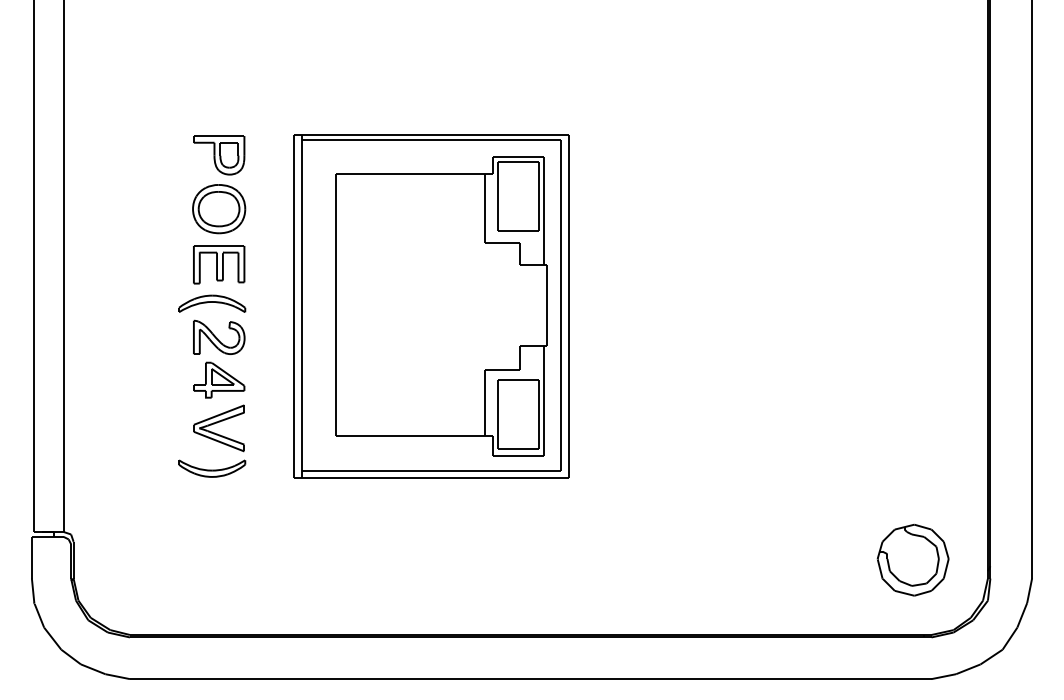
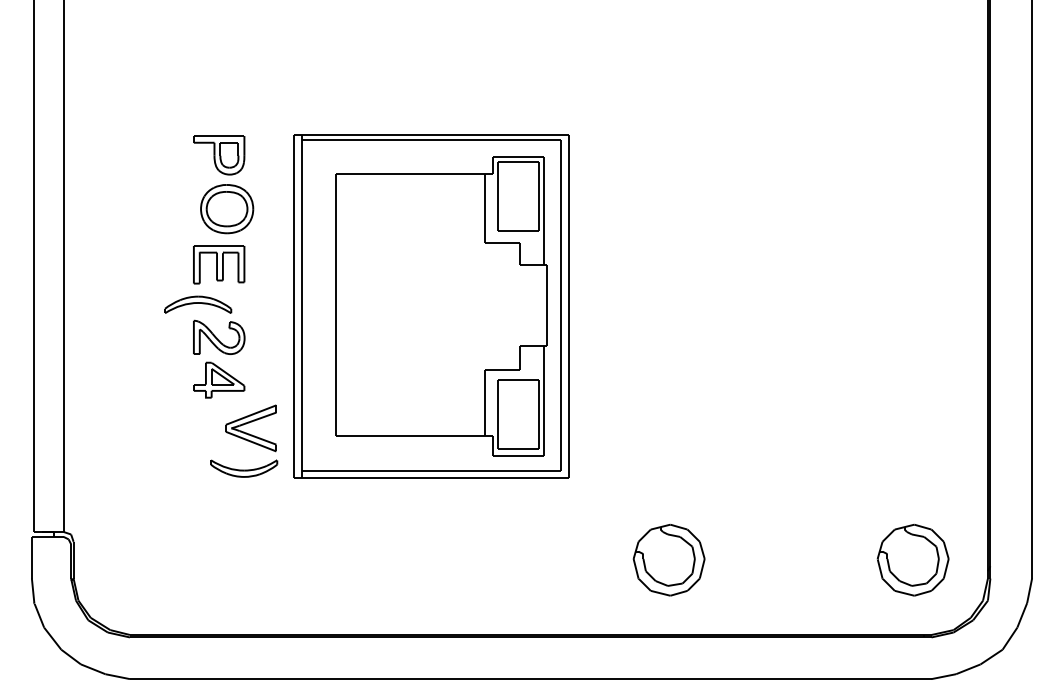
part at (219, 209) position: (219, 209) -> (227, 209)
part at (212, 303) position: (212, 303) -> (198, 304)
part at (212, 440) position: (212, 440) -> (244, 440)
part at (668, 559): none -> present
